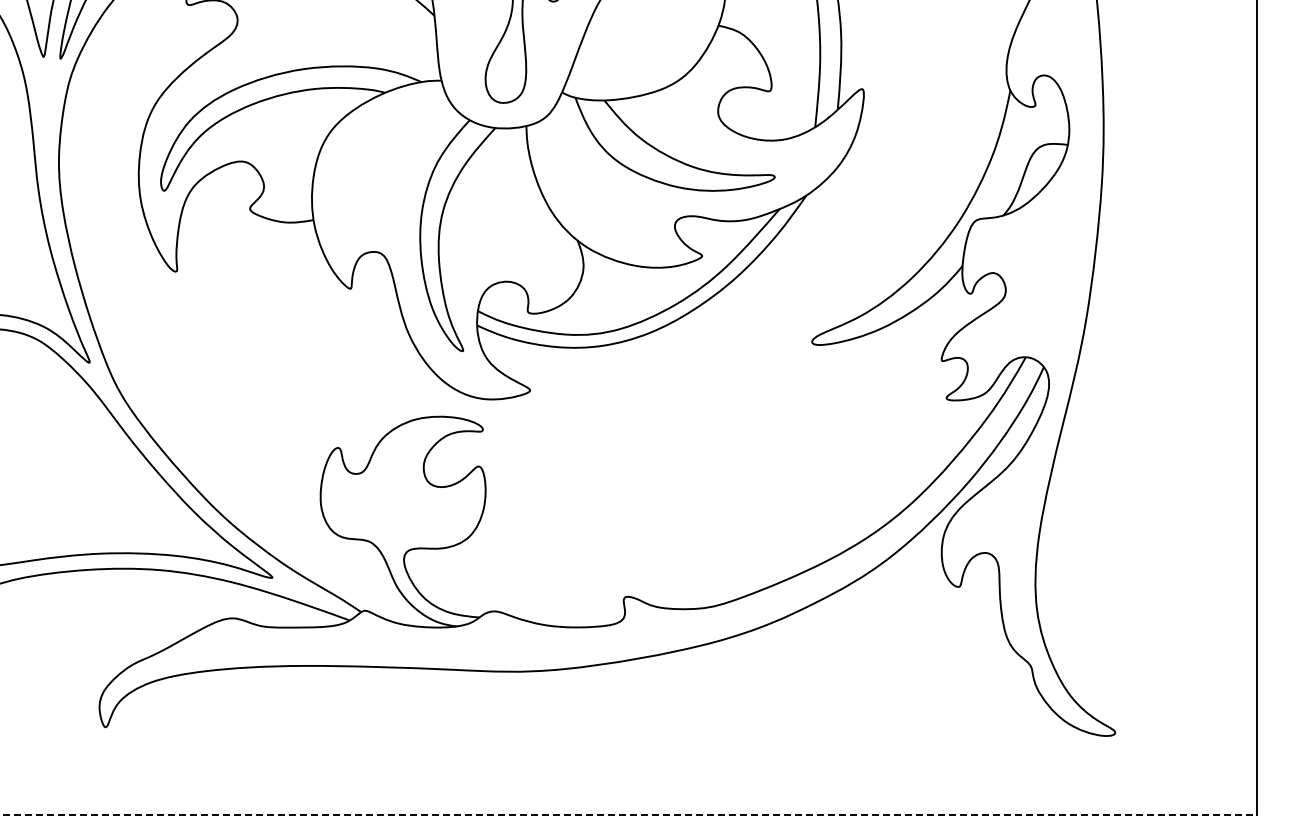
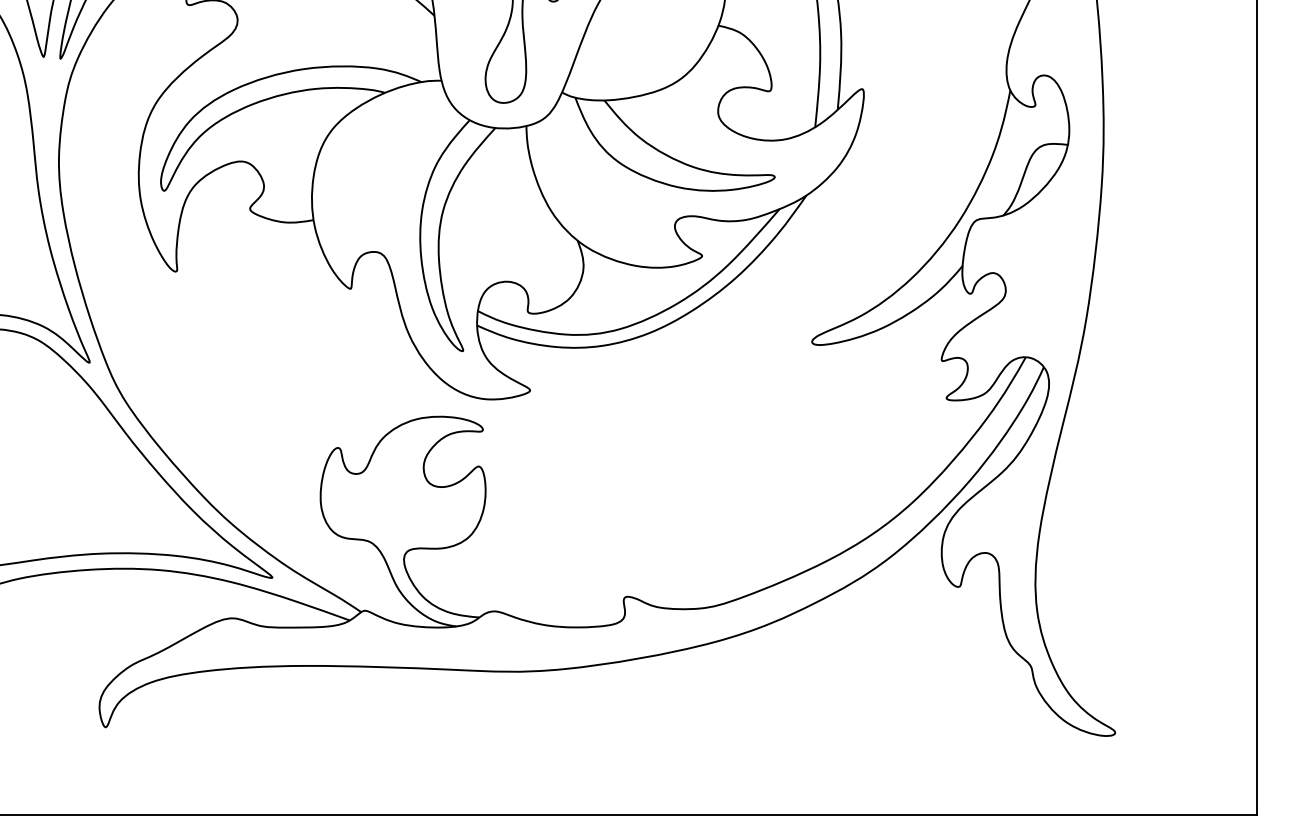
line at (629, 814): dashed -> solid
